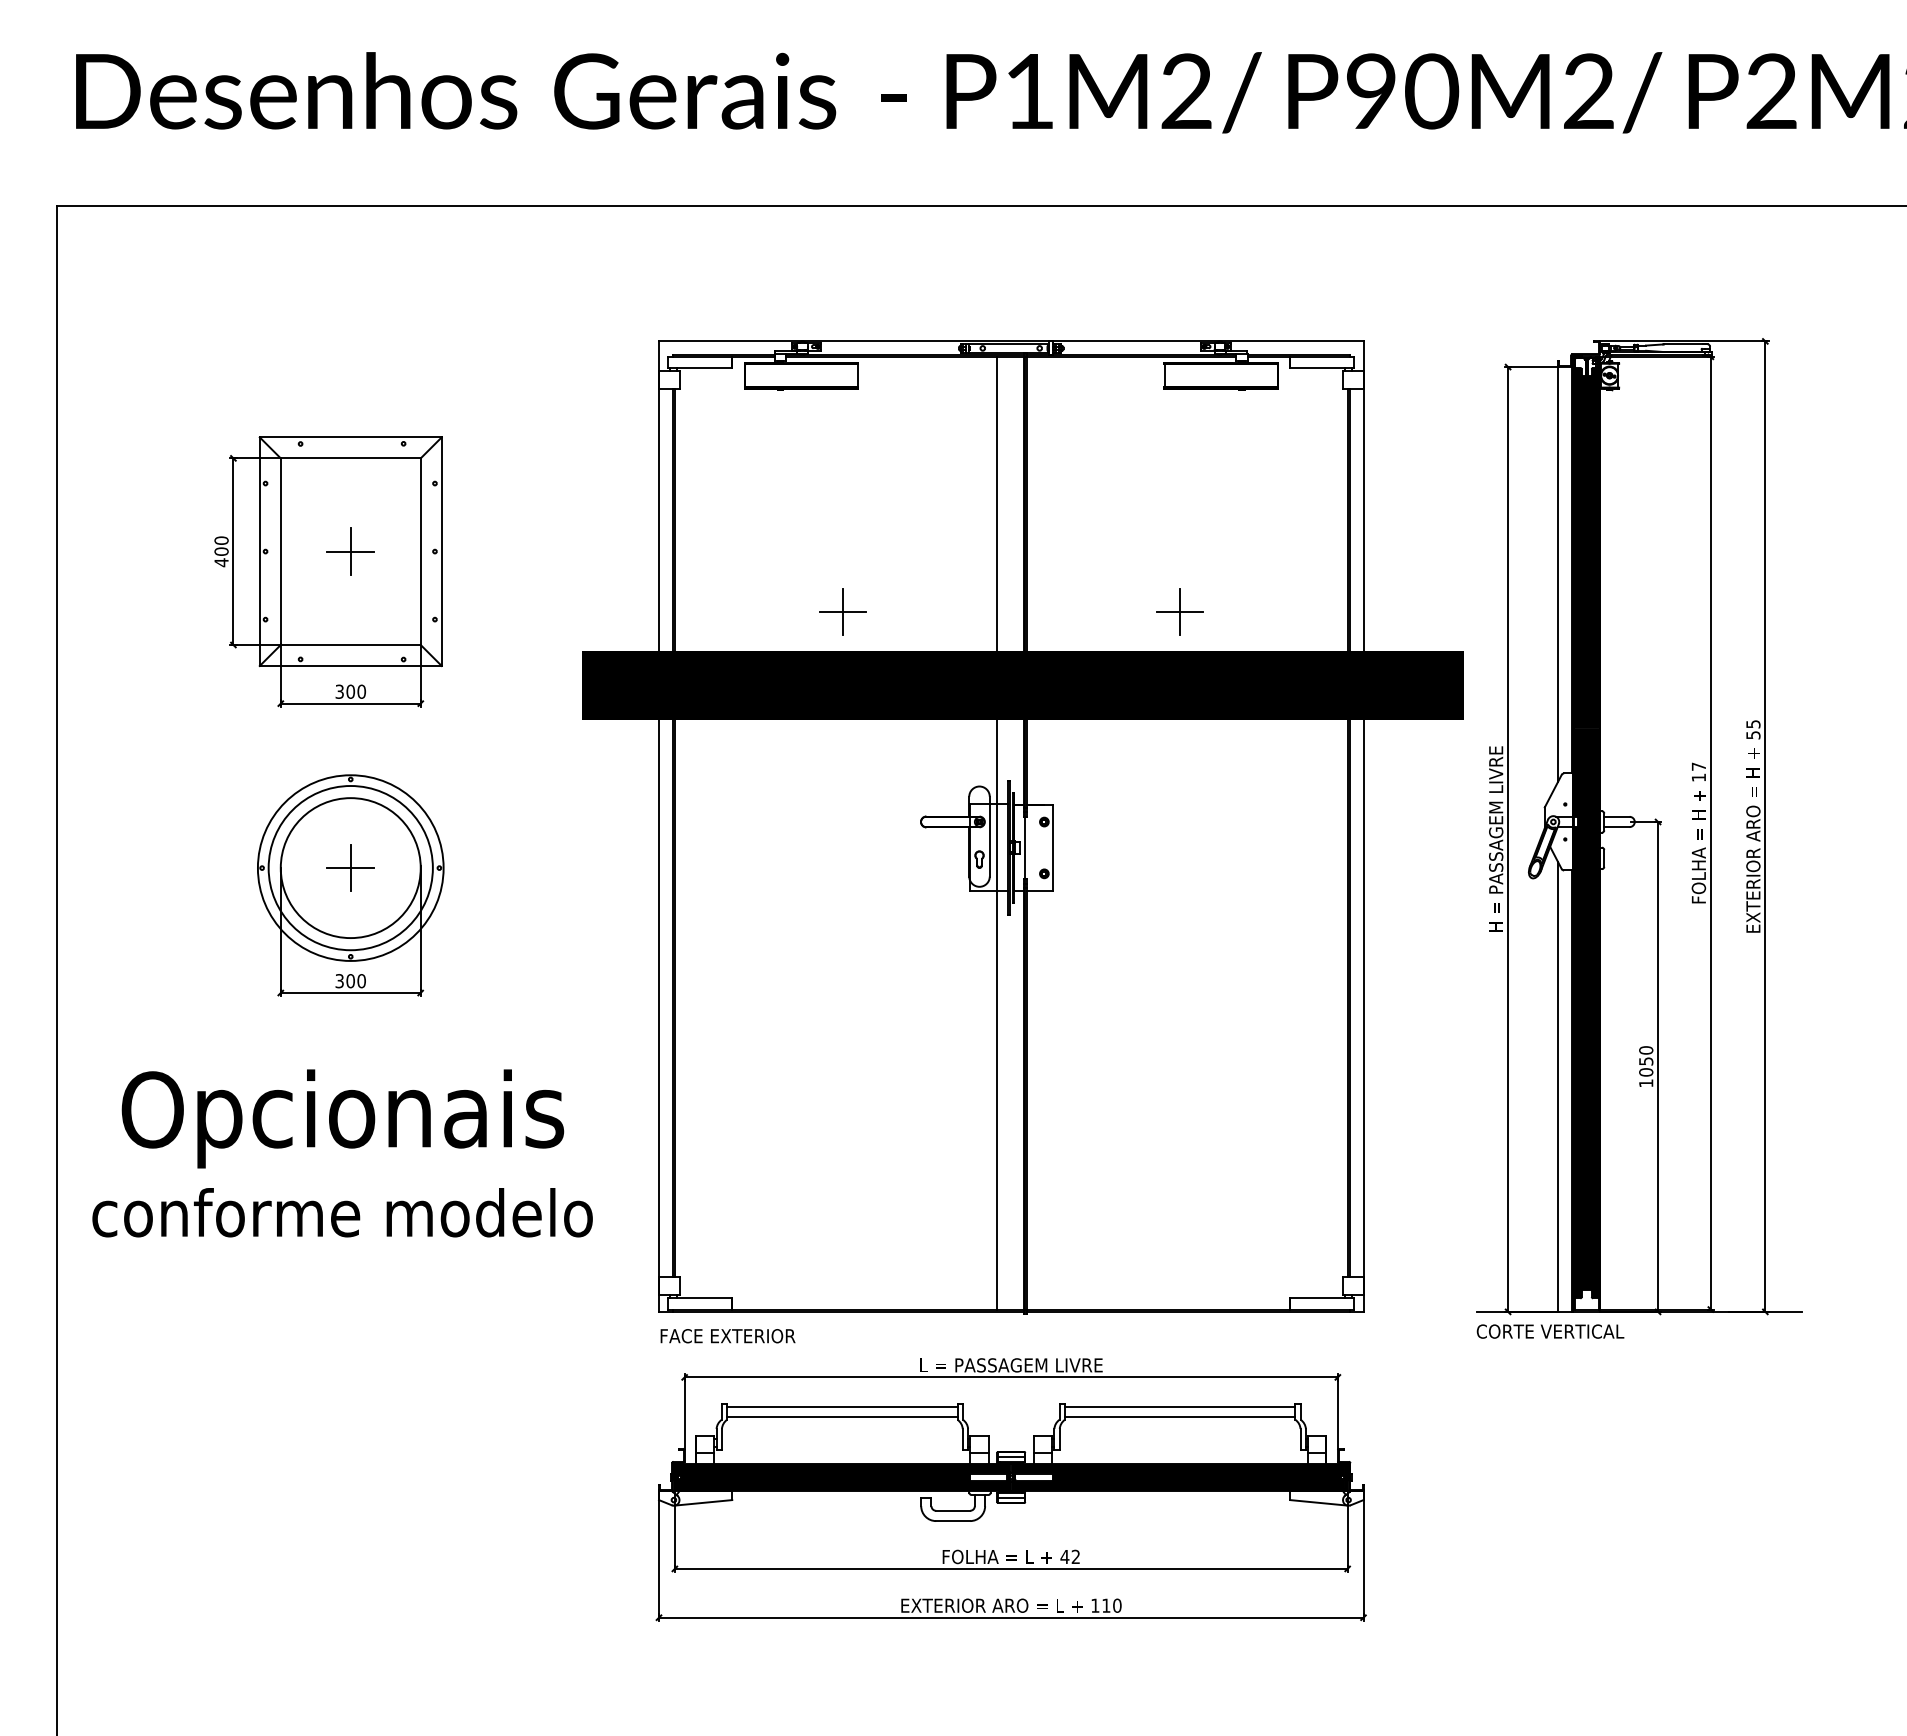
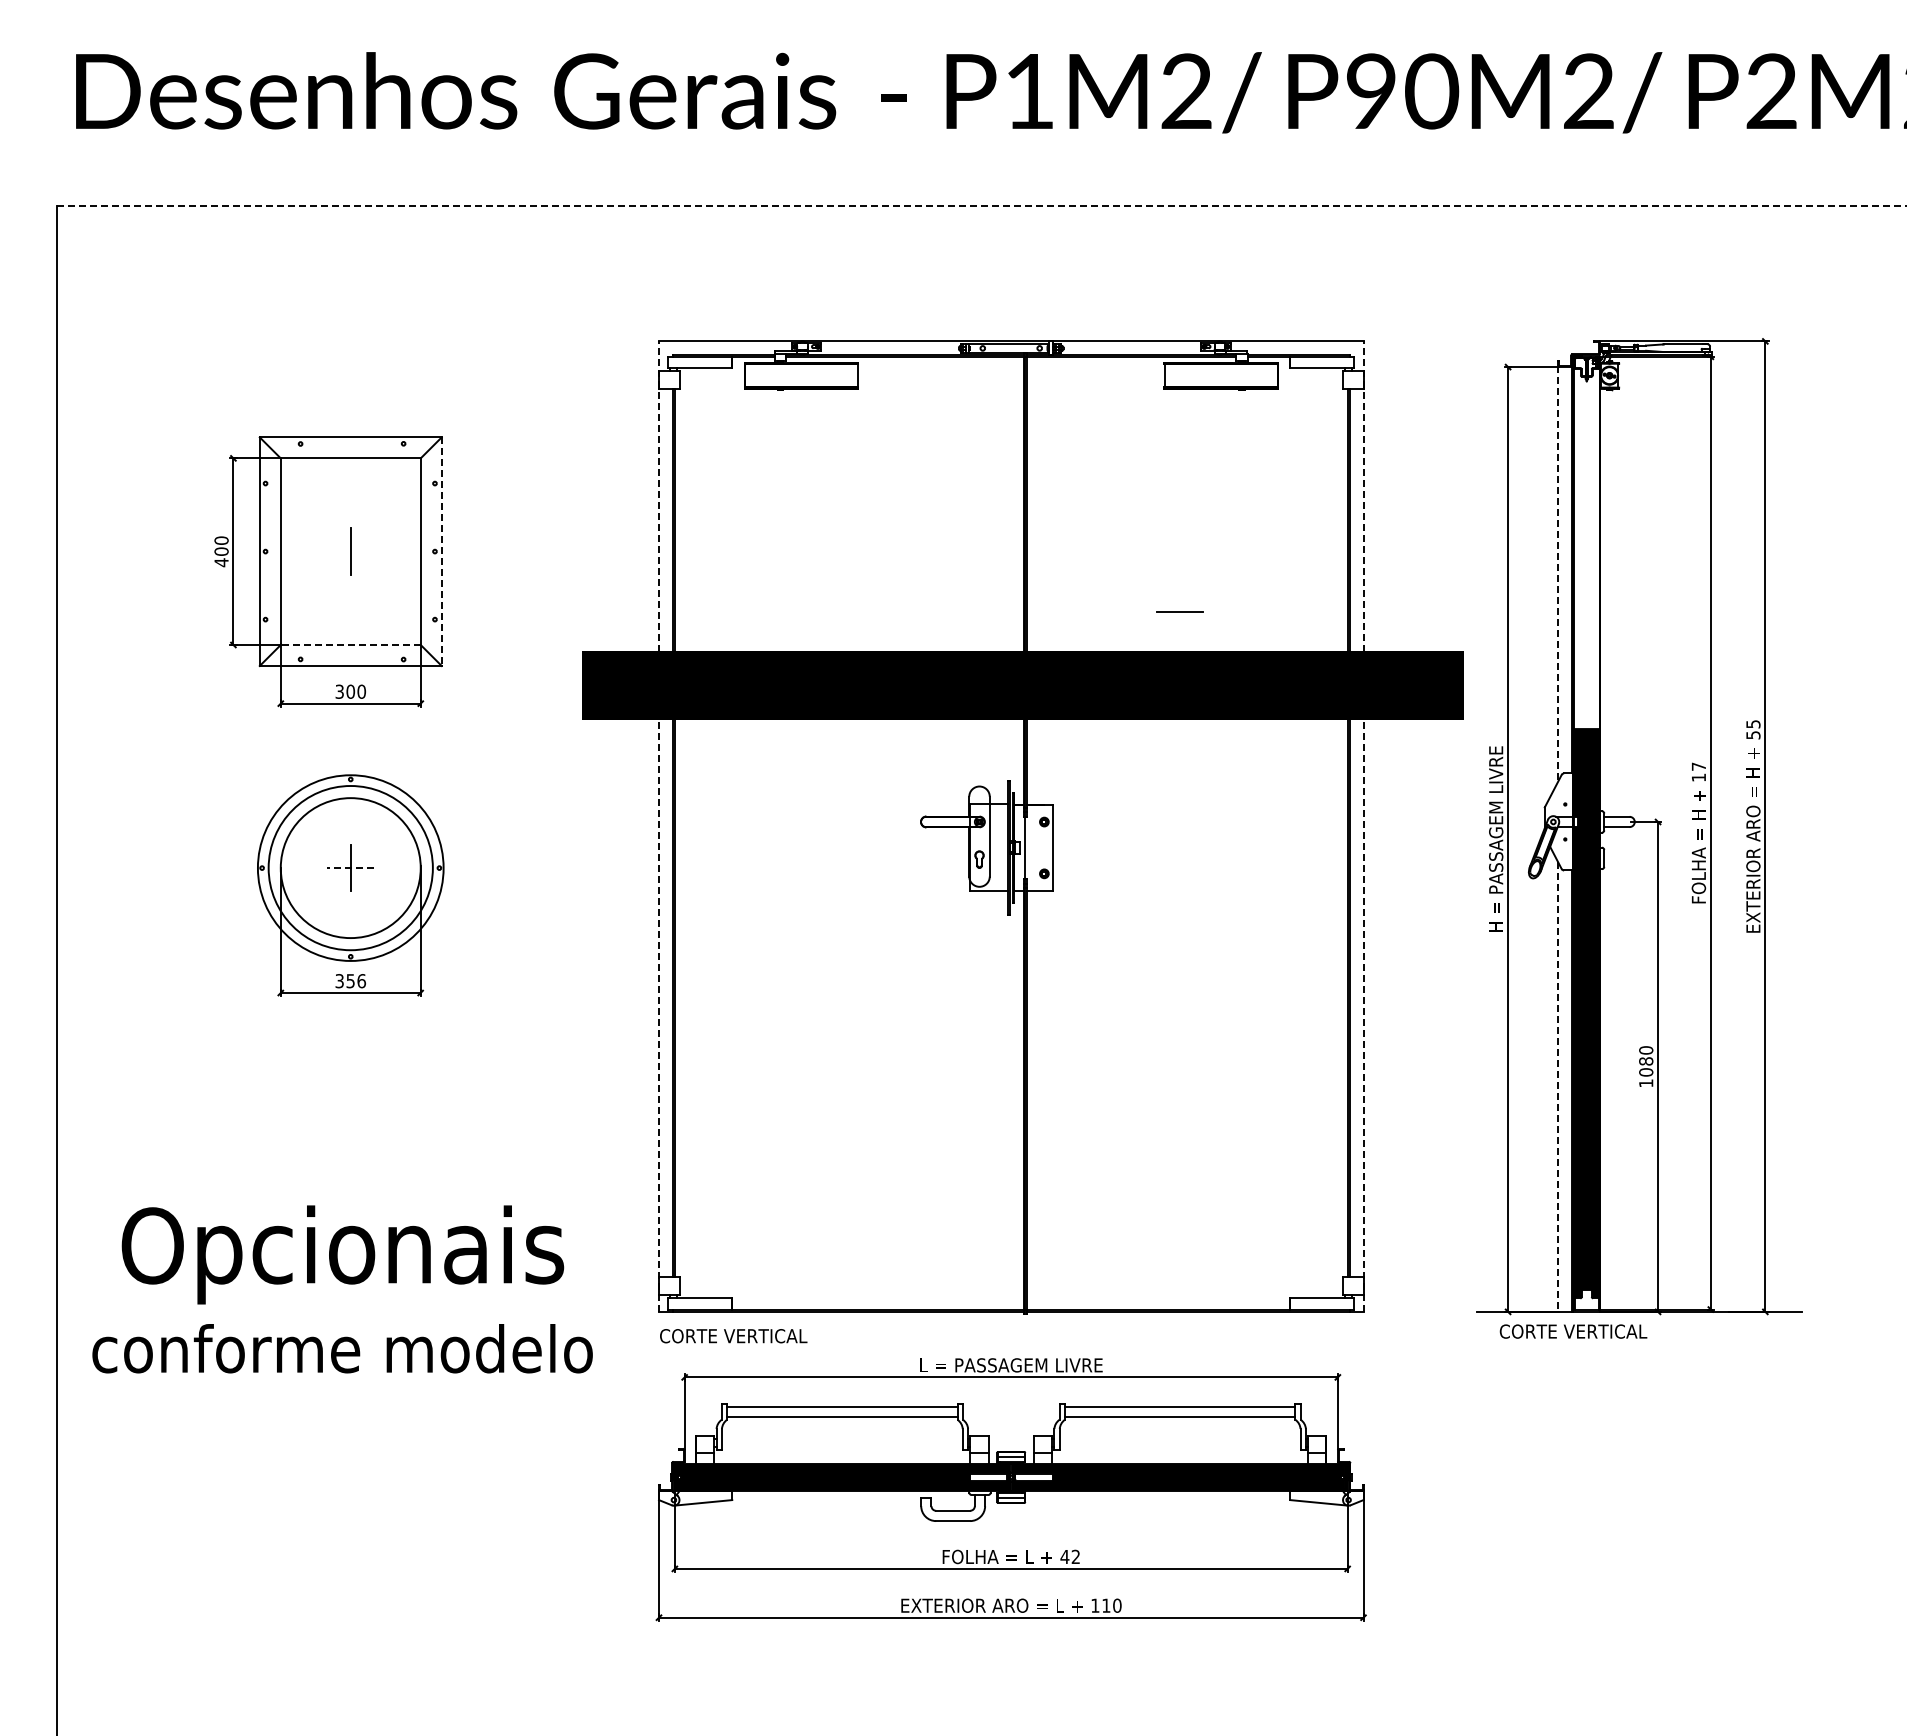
line at (981, 206): solid -> dashed
fill at (1586, 548): present -> none
line at (350, 551): present -> none
line at (441, 552): solid -> dashed
line at (1558, 573): solid -> dashed
part at (842, 611): present -> none
line at (1180, 611): present -> none
line at (350, 645): solid -> dashed
line at (658, 826): solid -> dashed
line at (1363, 826): solid -> dashed
line at (997, 832): present -> none
line at (350, 868): solid -> dashed
text at (356, 981): 300 -> 356
text at (1646, 1061): 1050 -> 1080
line at (1558, 1086): solid -> dashed
text at (342, 1153) position: (342, 1153) -> (342, 1289)
text at (1550, 1331) position: (1550, 1331) -> (1573, 1331)
text at (733, 1336): FACE EXTERIOR -> CORTE VERTICAL
